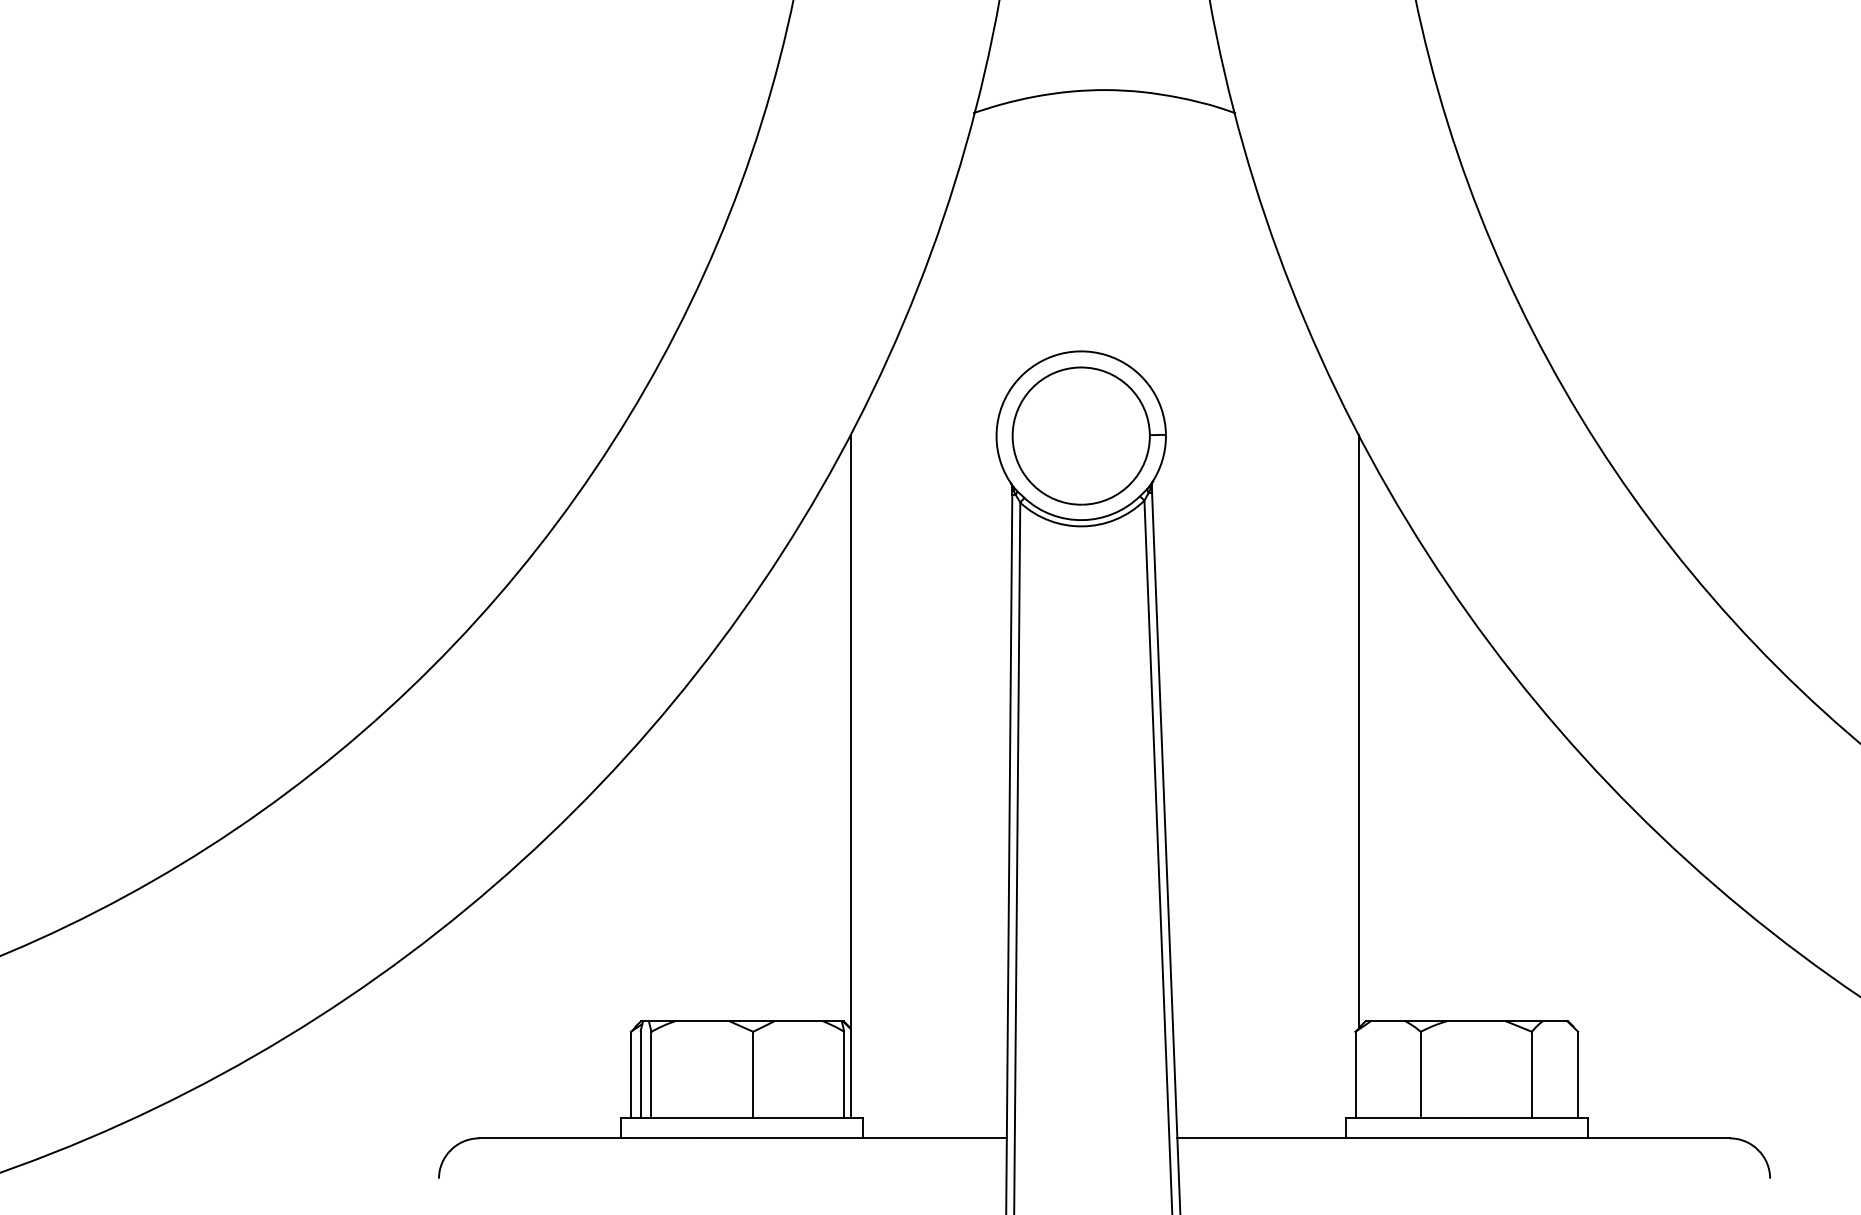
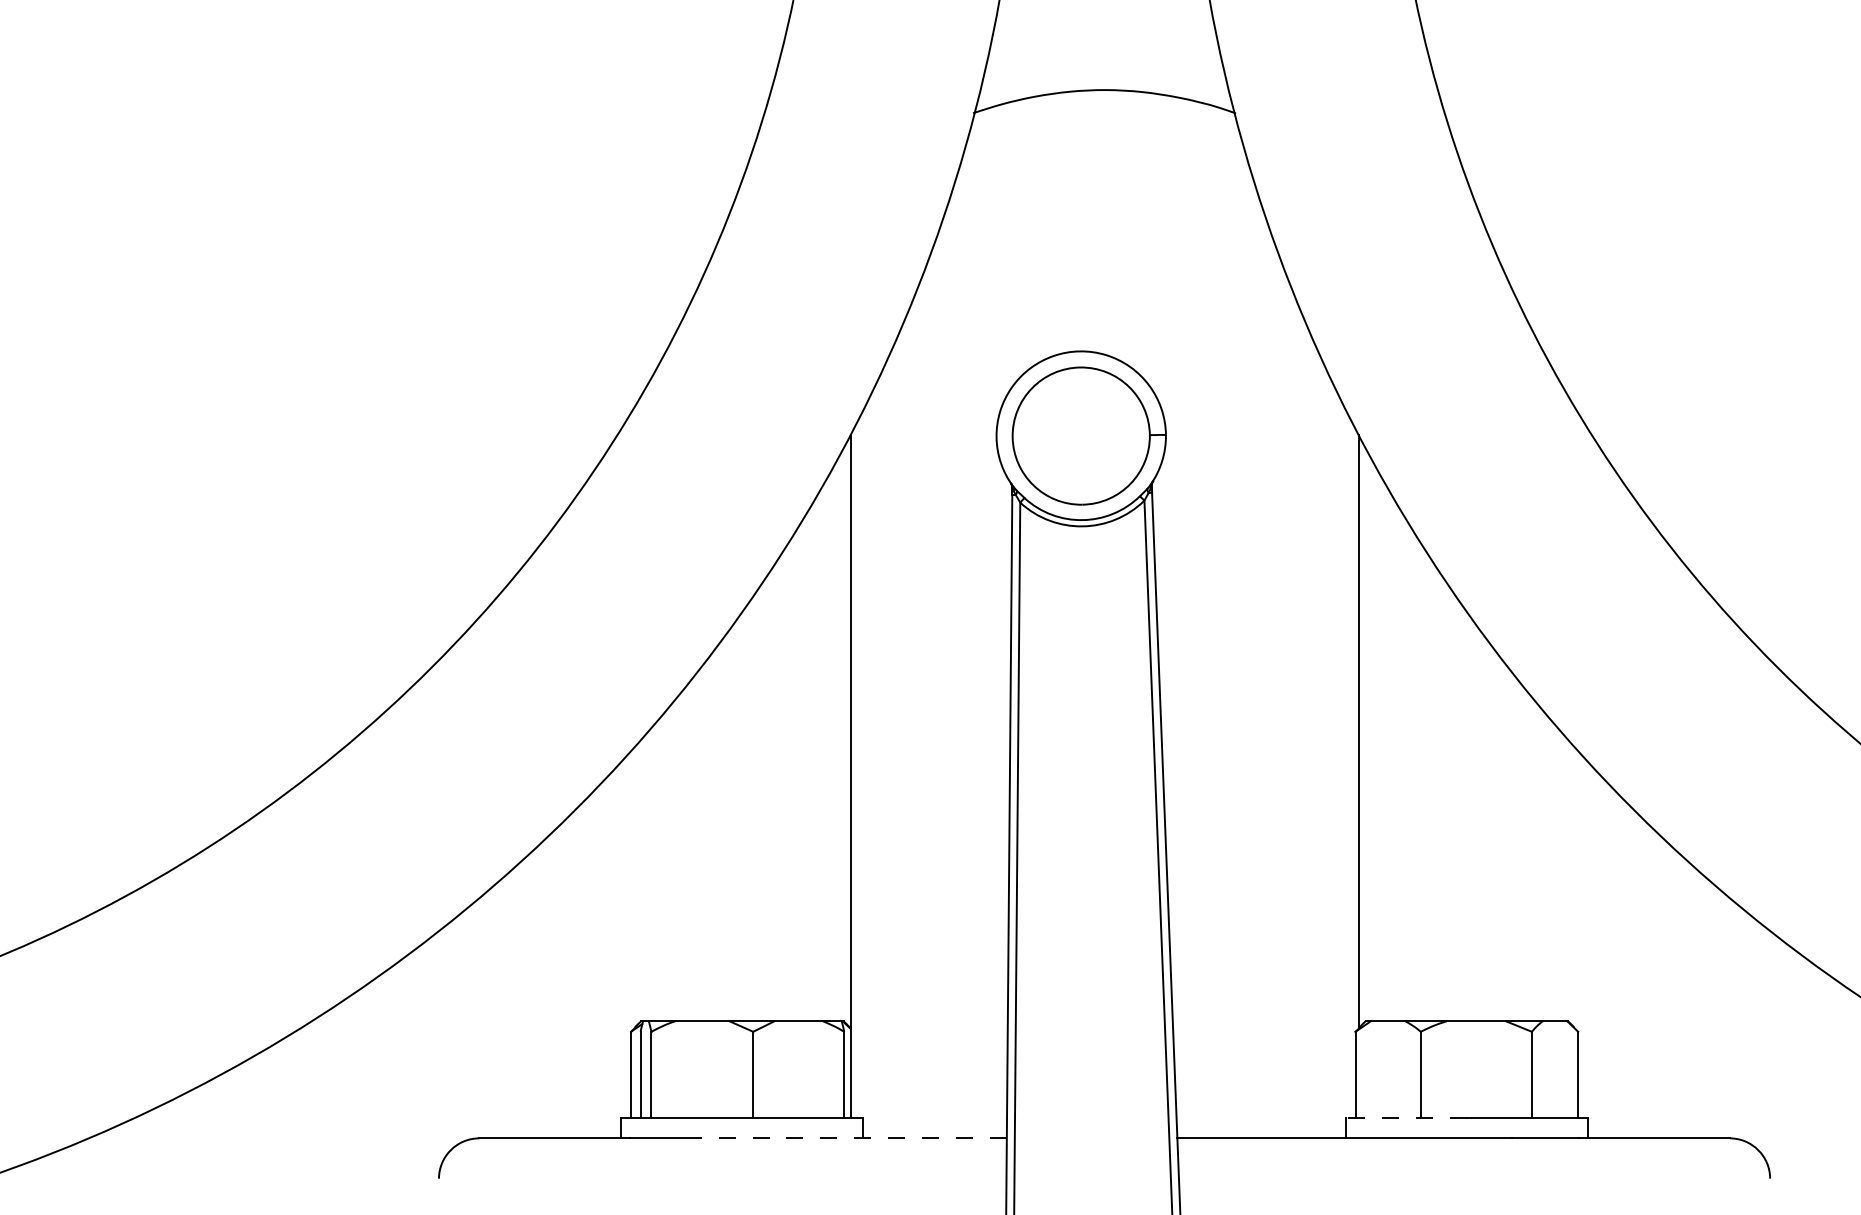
line at (1405, 1118): solid -> dashed
line at (852, 1138): solid -> dashed
